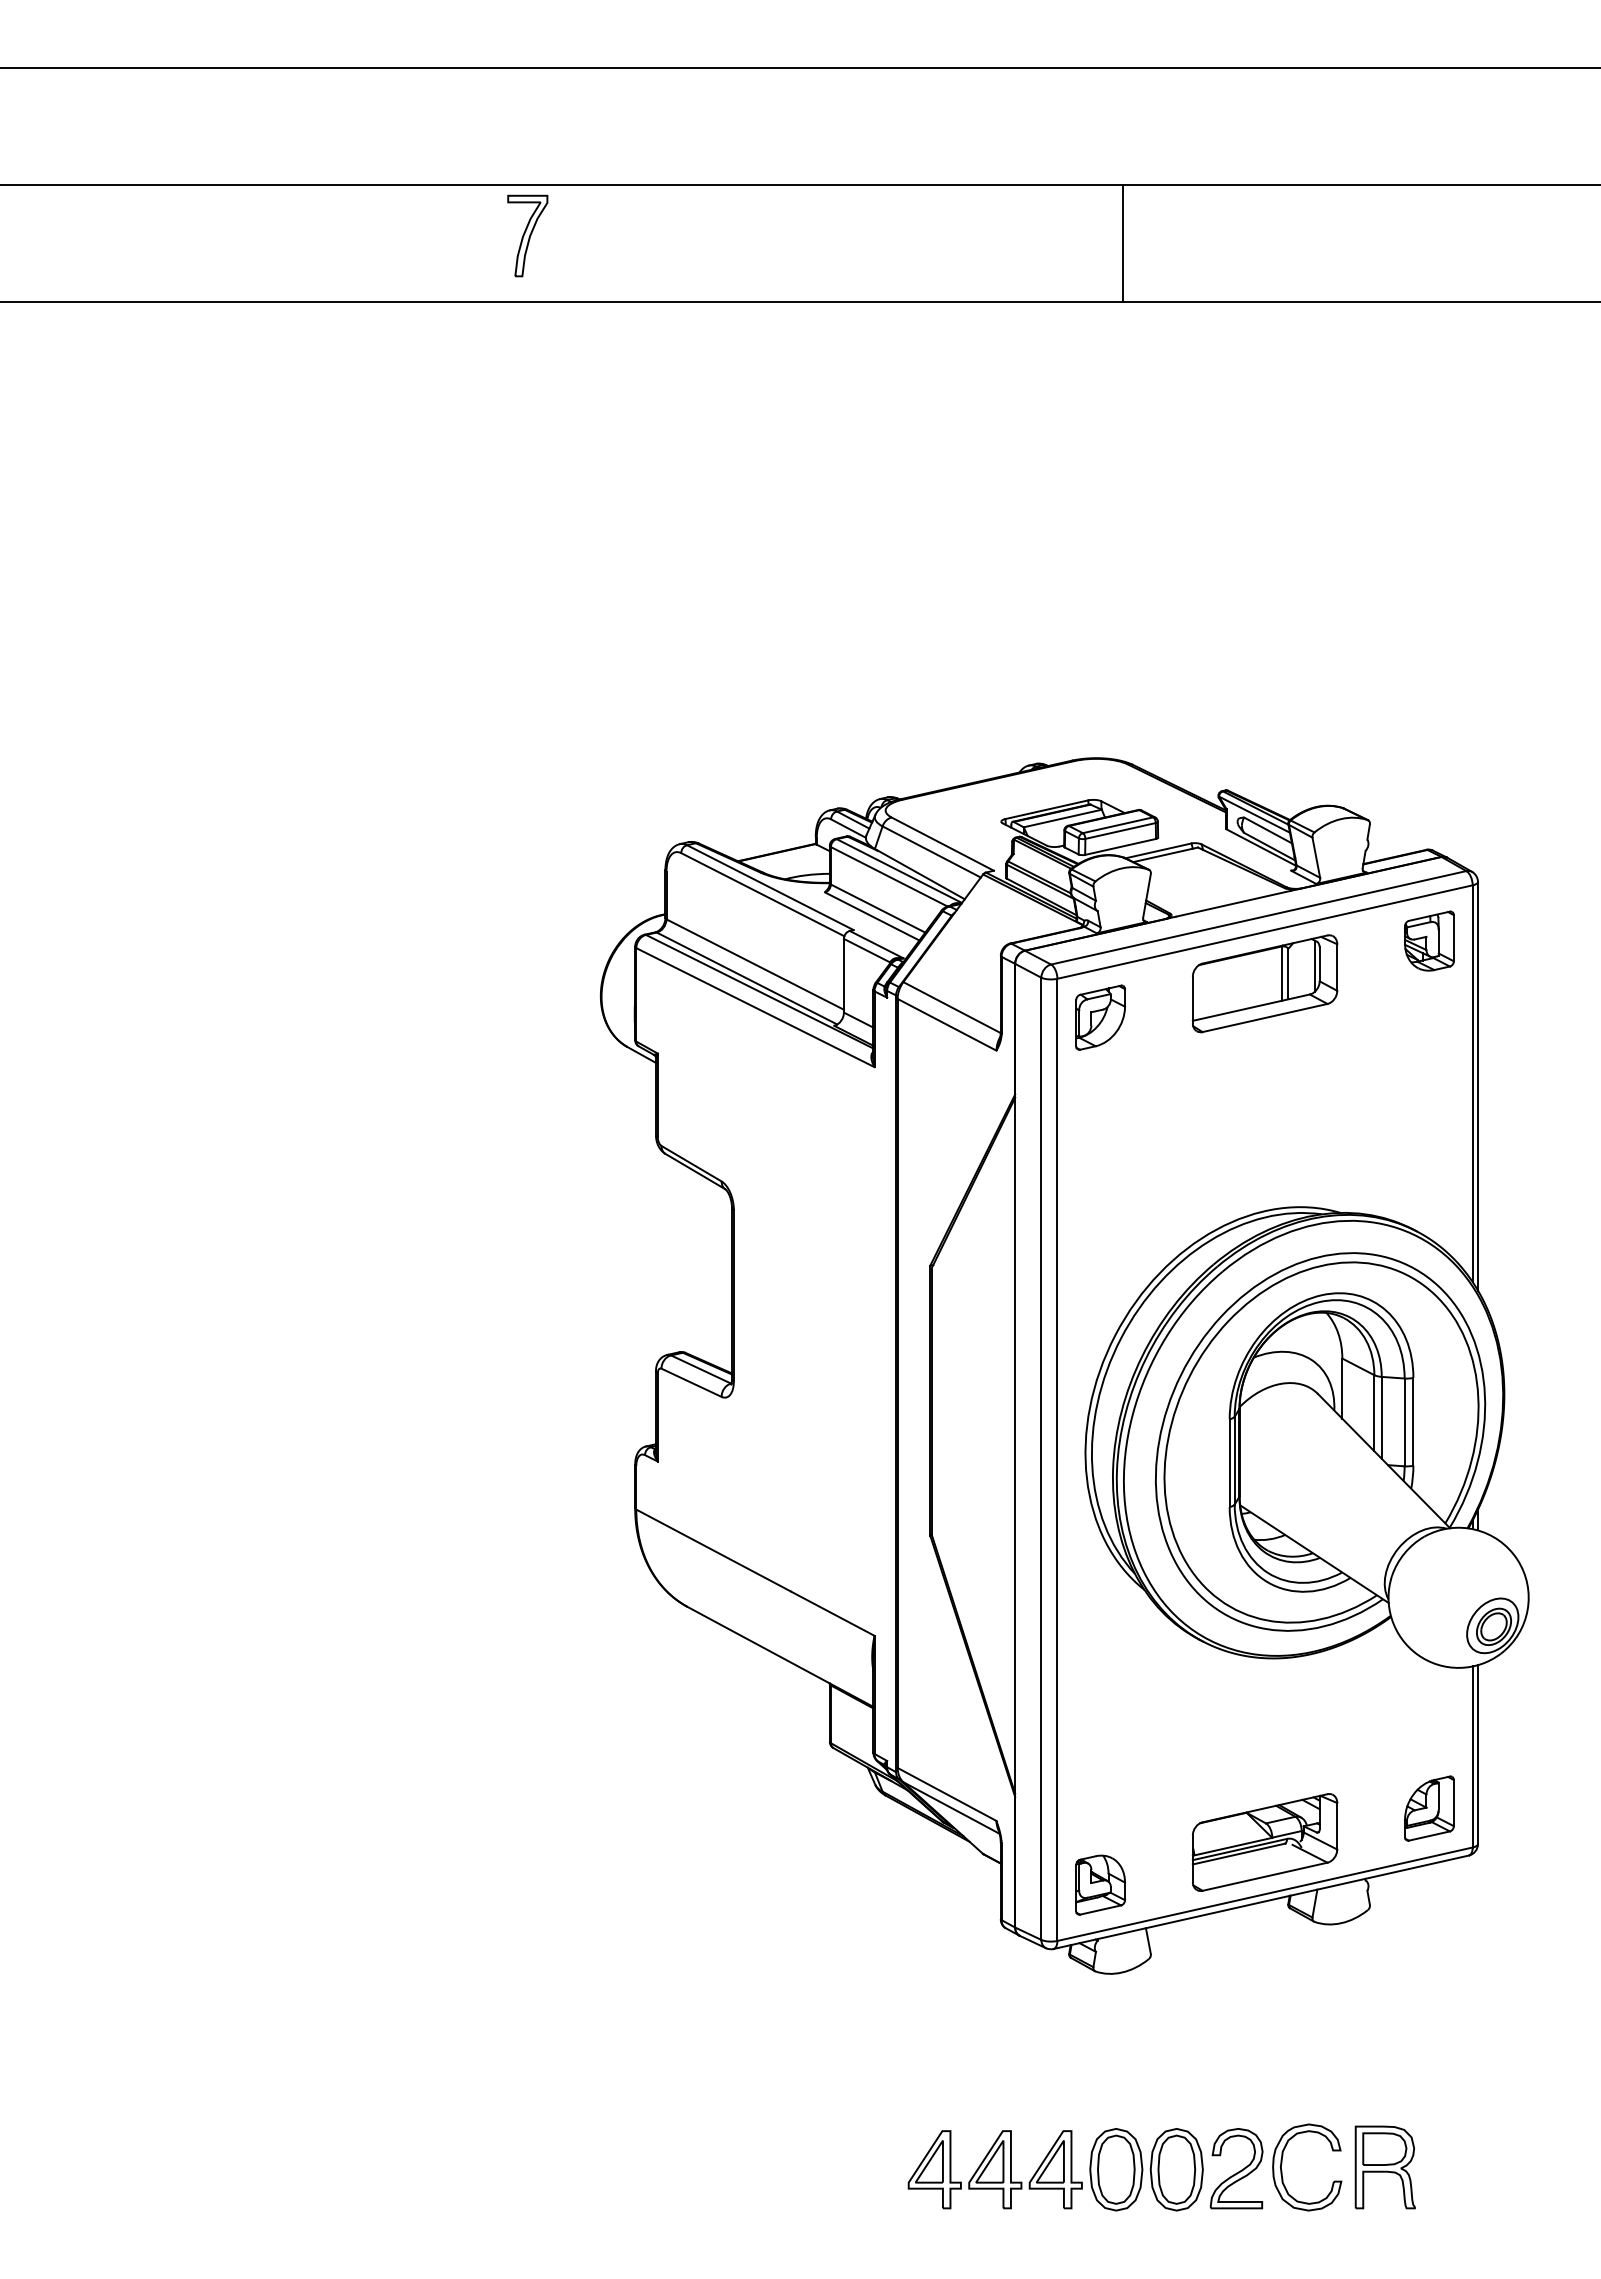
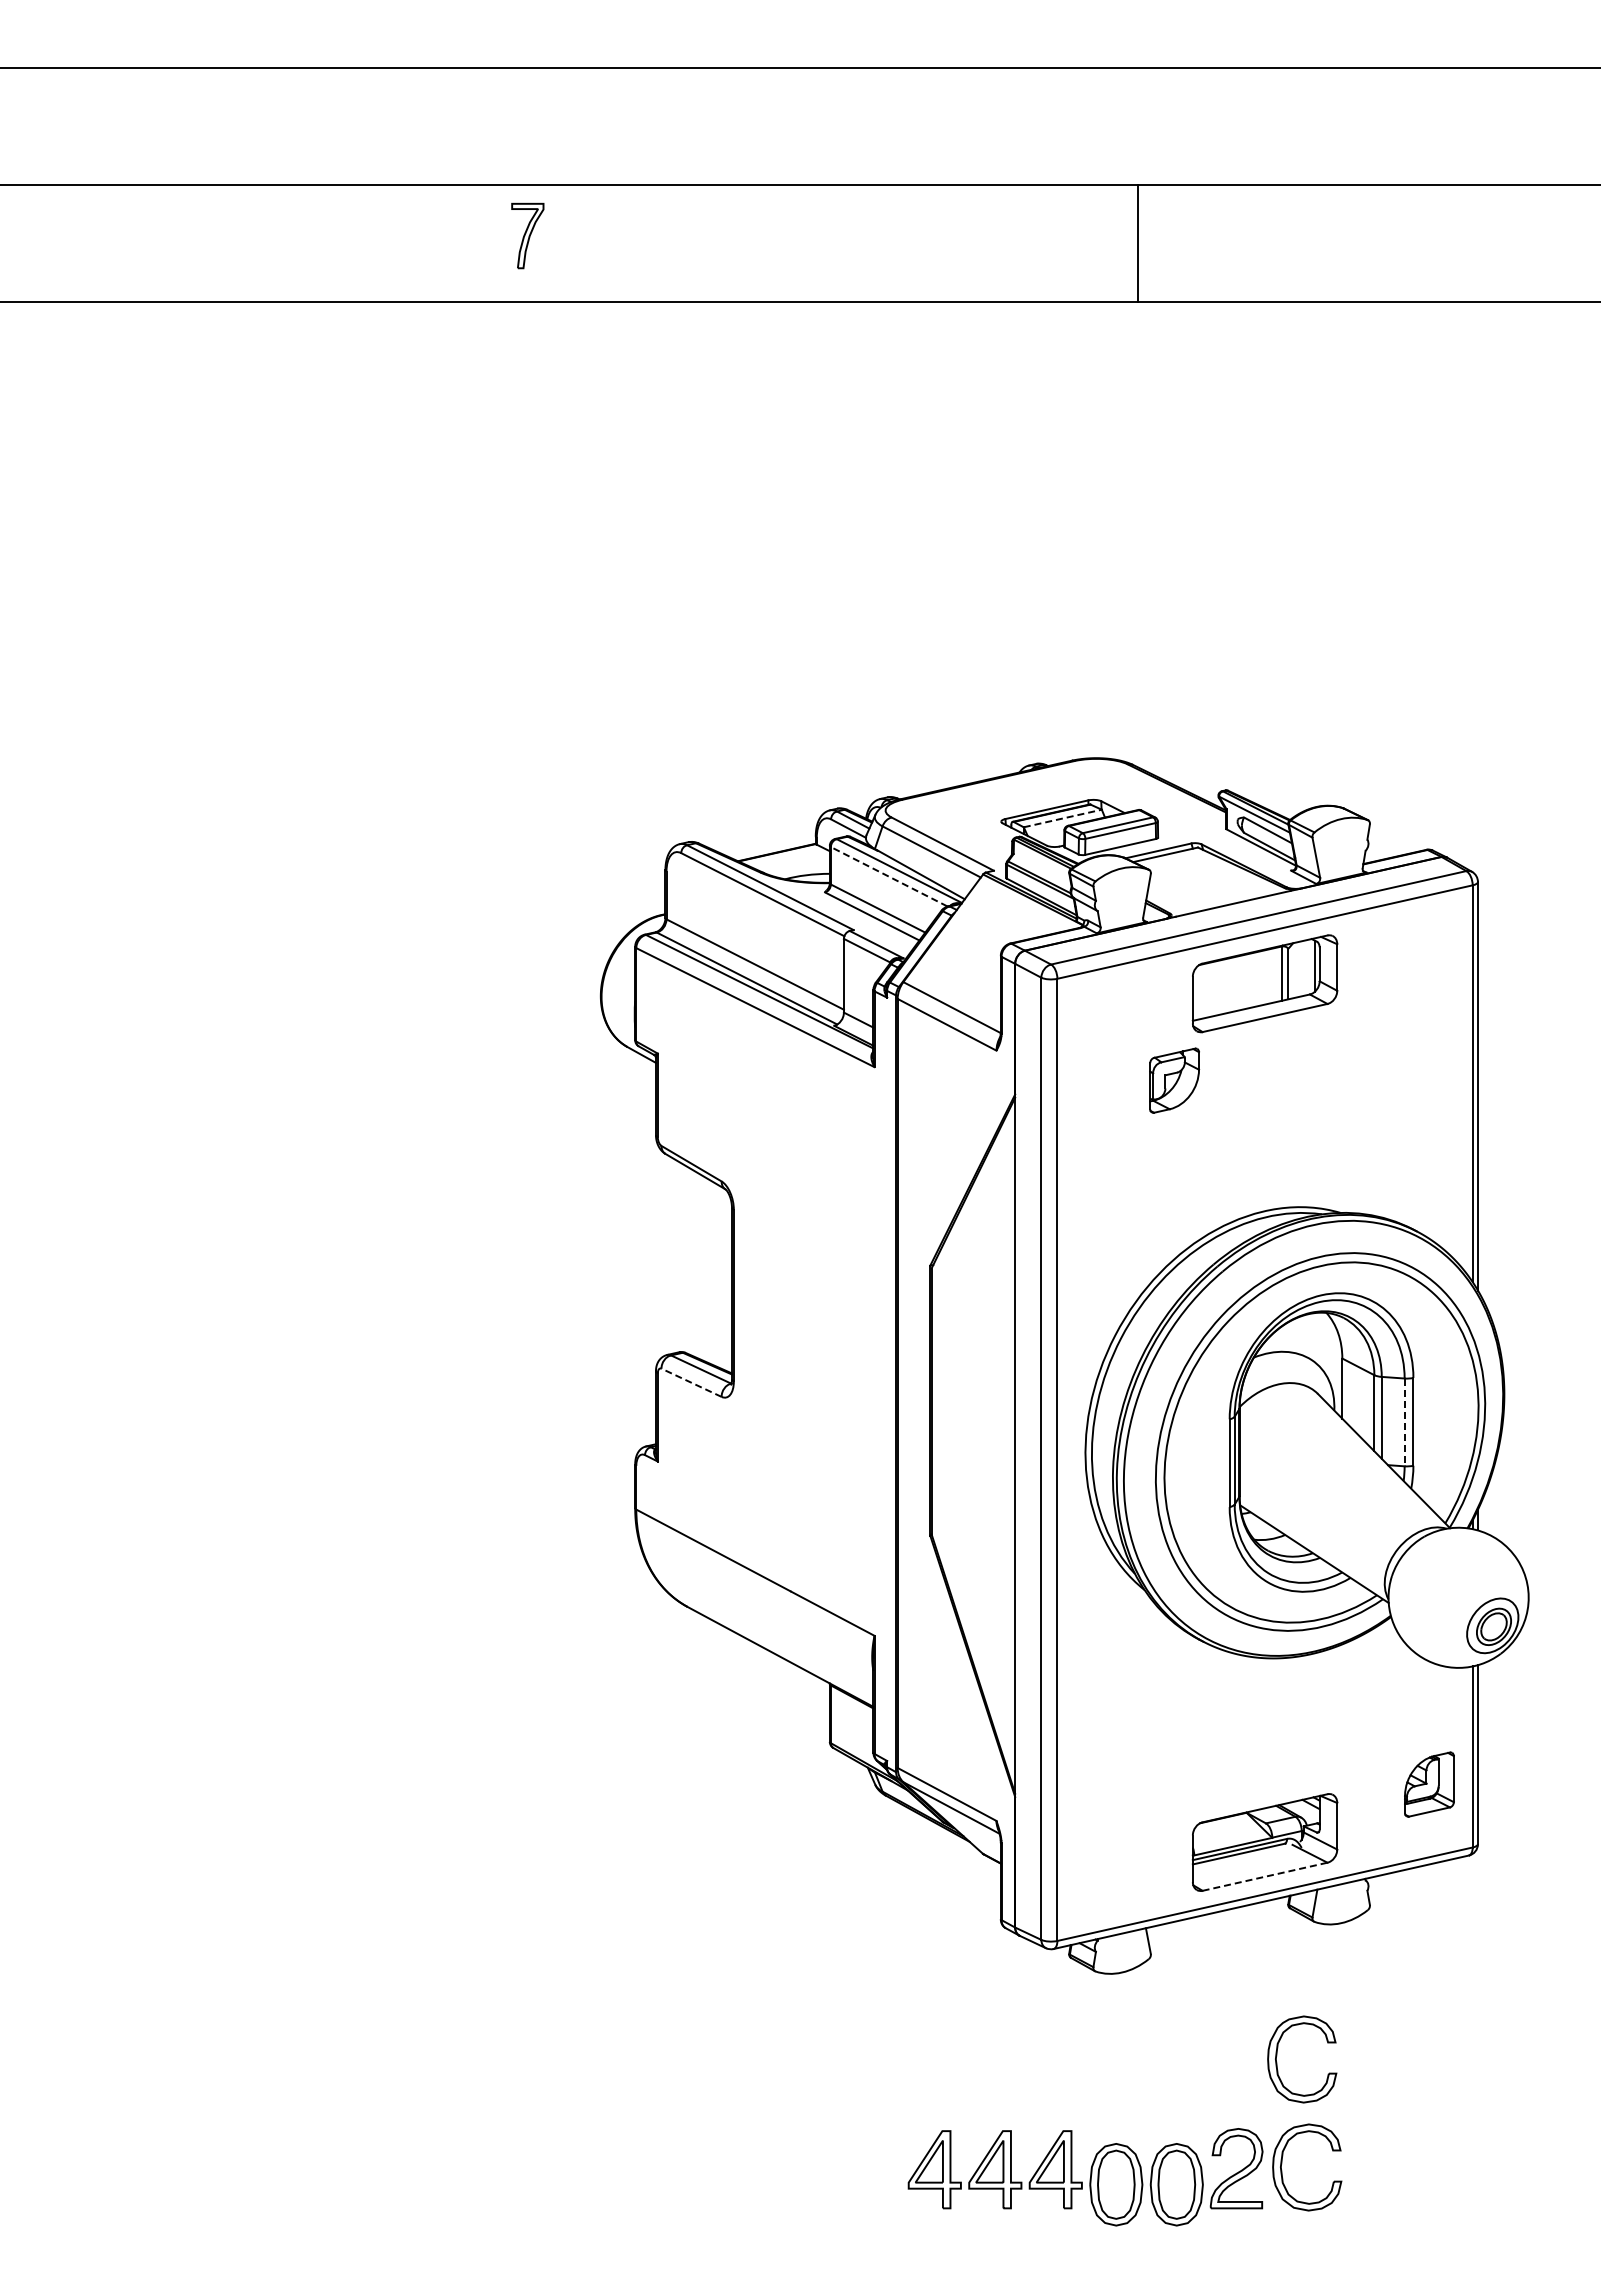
part at (527, 235) size: 42x84 px -> 34x68 px
line at (1123, 243) position: (1123, 243) -> (1138, 243)
line at (1063, 818): solid -> dashed
line at (888, 876): solid -> dashed
part at (1429, 940): present -> none
part at (1100, 1017) position: (1100, 1017) -> (1174, 1080)
line at (691, 1382): solid -> dashed
line at (1404, 1422): solid -> dashed
part at (1429, 1808) position: (1429, 1808) -> (1429, 1784)
line at (1265, 1876): solid -> dashed
part at (1100, 1884): present -> none
part at (1277, 2056): none -> present
part at (1384, 2167): present -> none
part at (1146, 2169) position: (1146, 2169) -> (1146, 2184)
